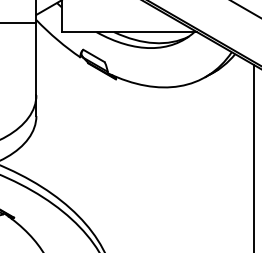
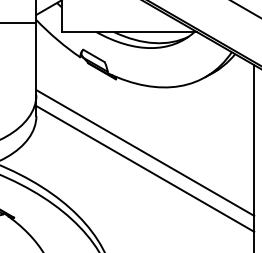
line at (145, 152): none -> present
line at (145, 168): none -> present
